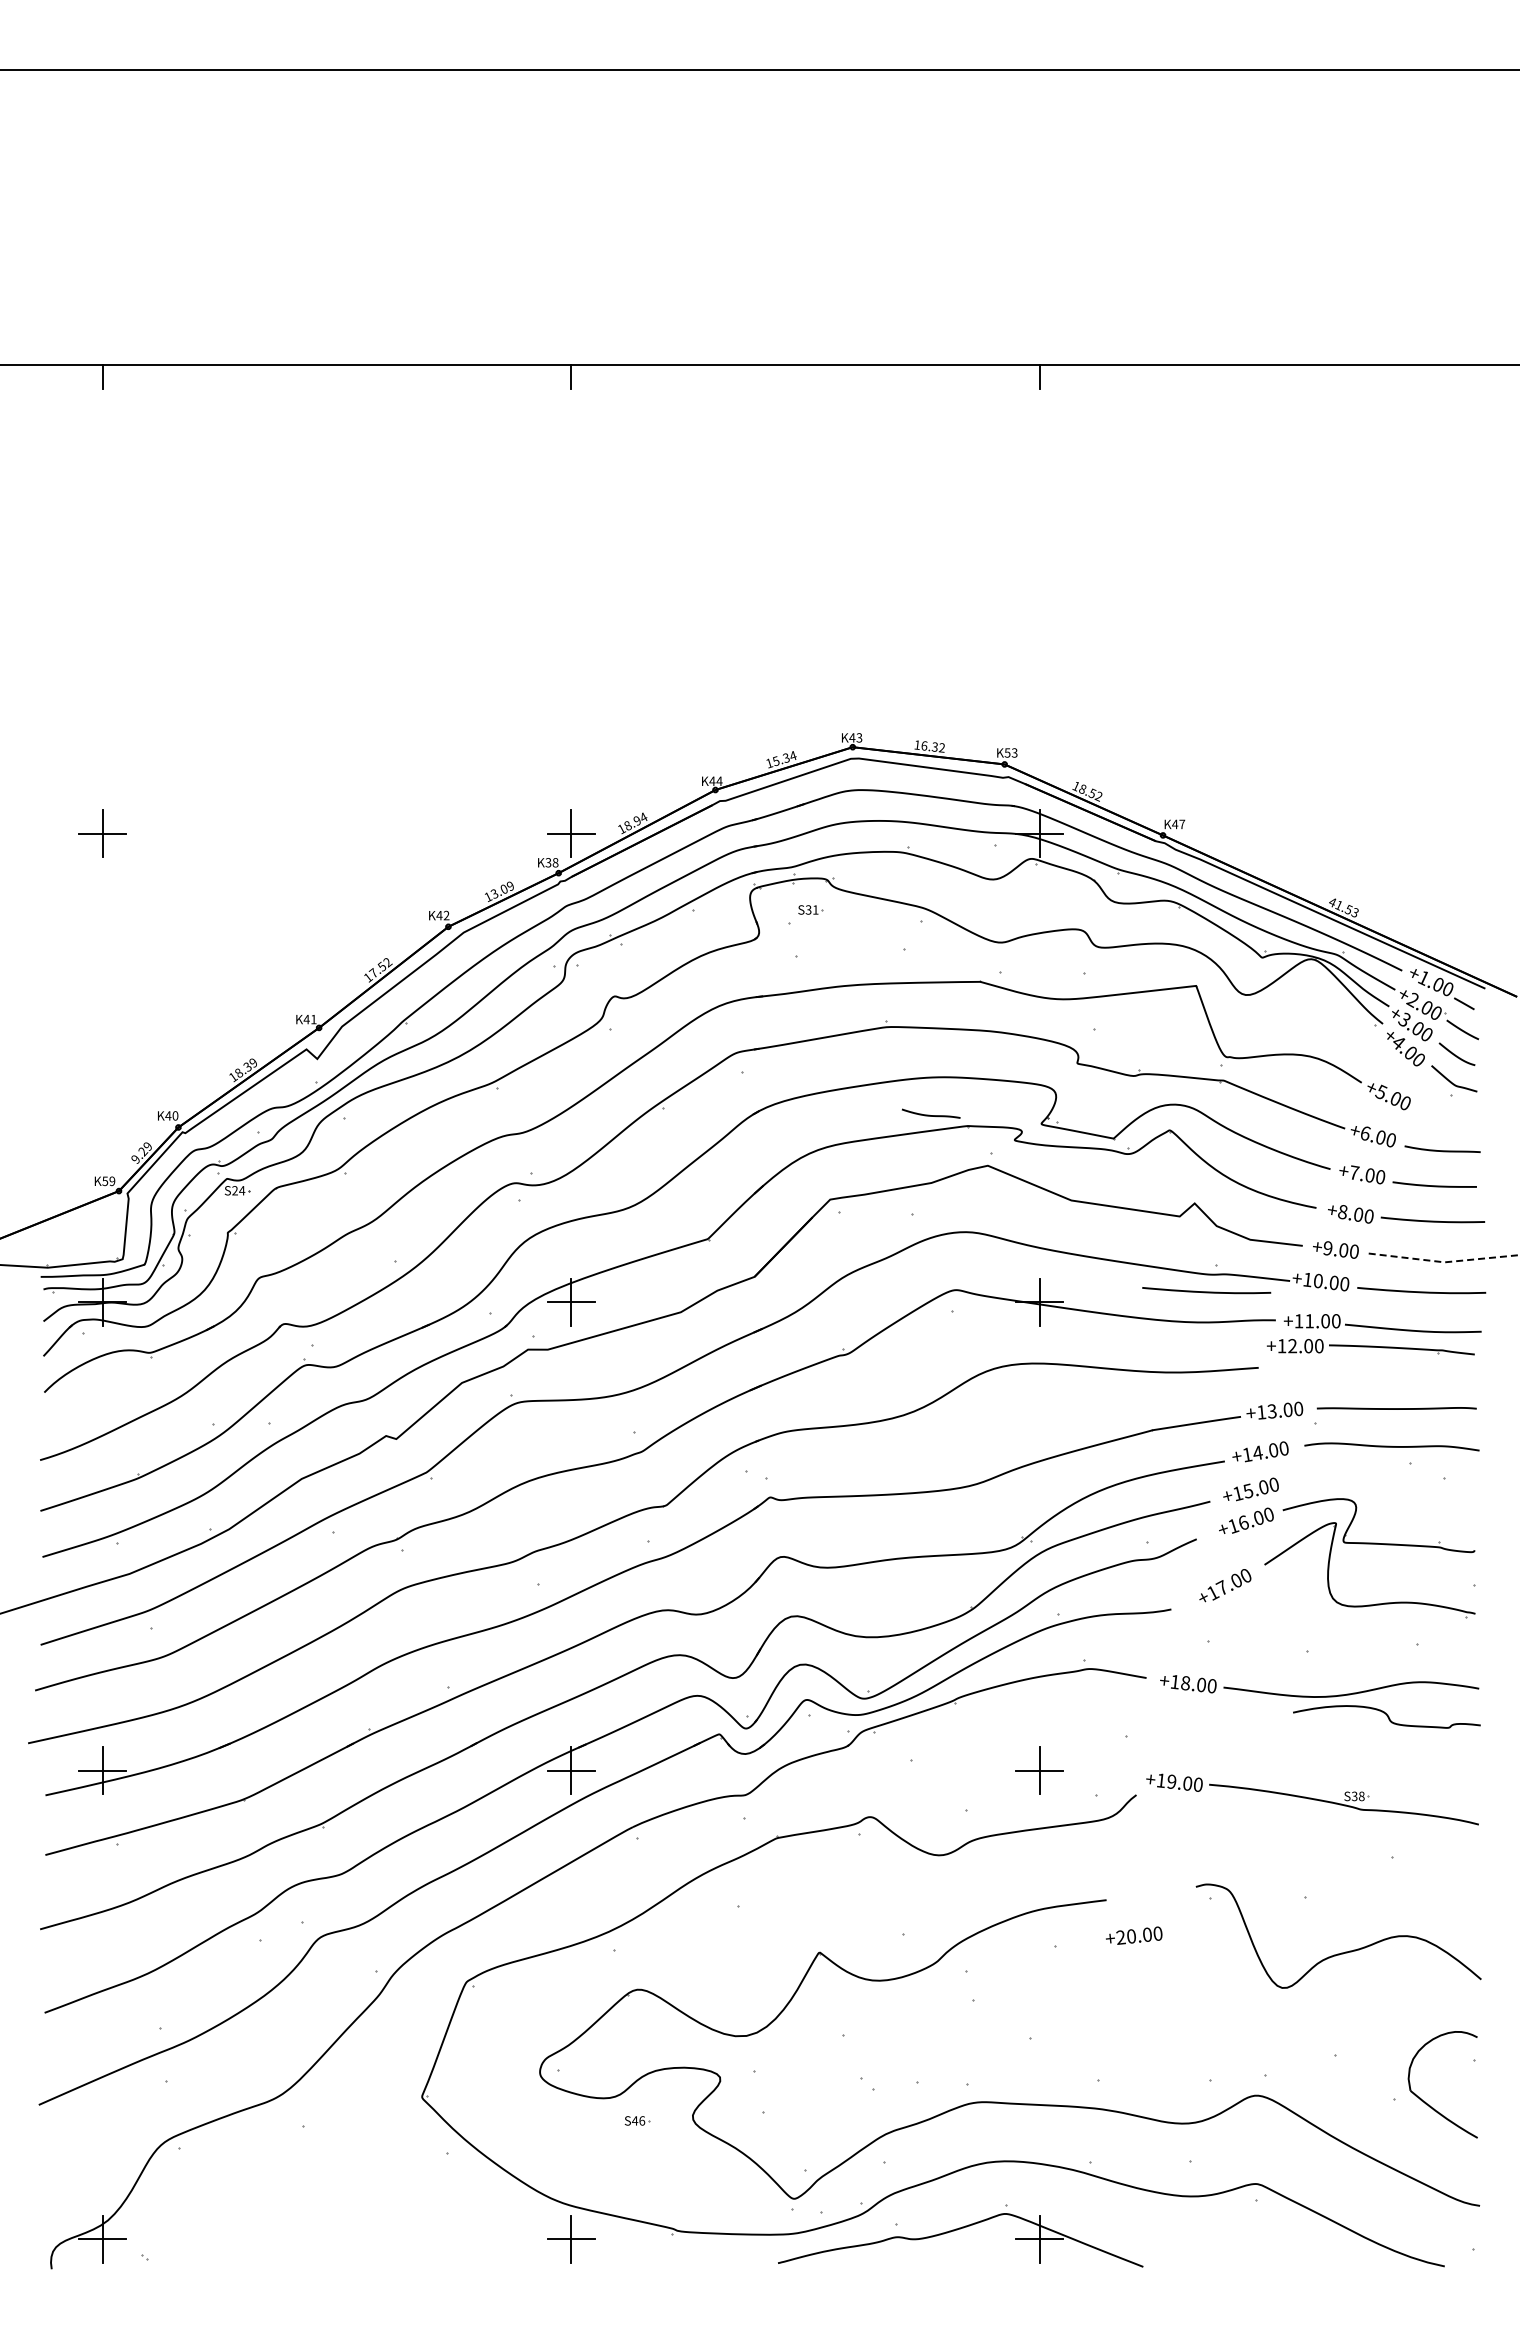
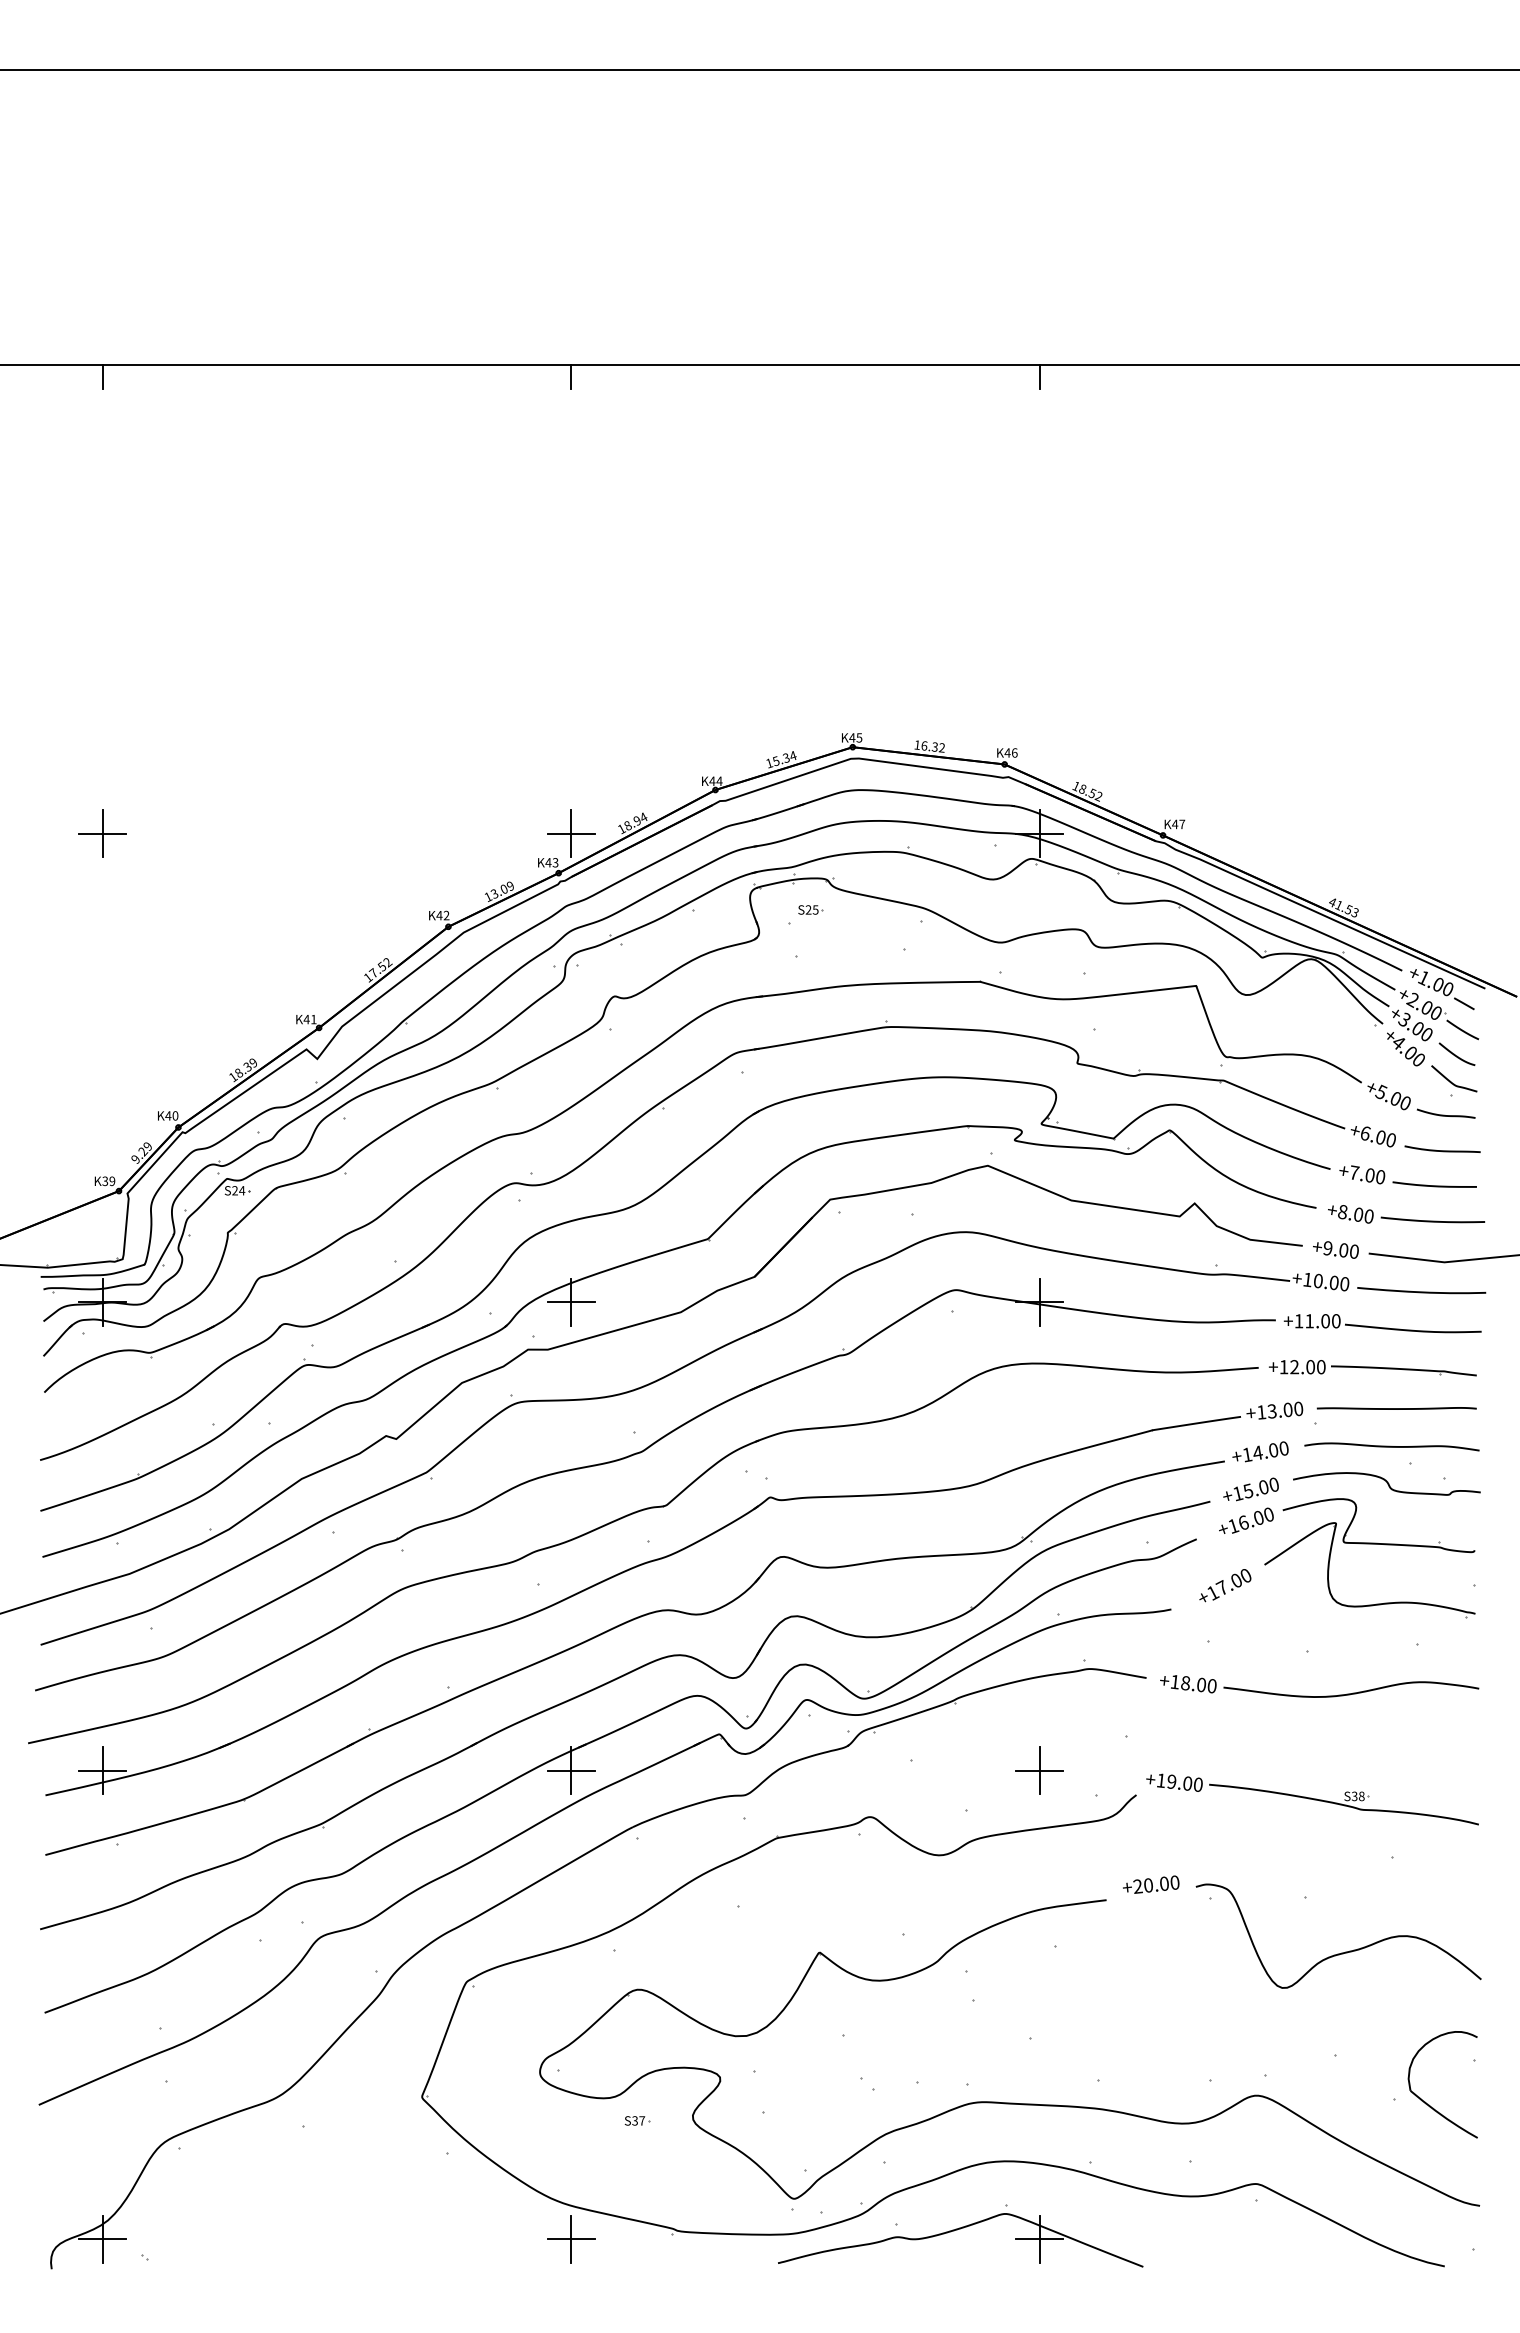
text at (859, 737): 43 -> 45
text at (1010, 752): 53 -> 46
text at (551, 862): 38 -> 43
text at (811, 909): S31 -> S25
curve at (931, 1115) position: (931, 1115) -> (1446, 1115)
text at (105, 1180): 59 -> 39
line at (1444, 1262): dashed -> solid
curve at (1206, 1291): present -> none
part at (1370, 1347) position: (1370, 1347) -> (1372, 1368)
curve at (1386, 1715) position: (1386, 1715) -> (1386, 1482)
text at (1134, 1935) position: (1134, 1935) -> (1151, 1884)
text at (638, 2120): S46 -> S37
